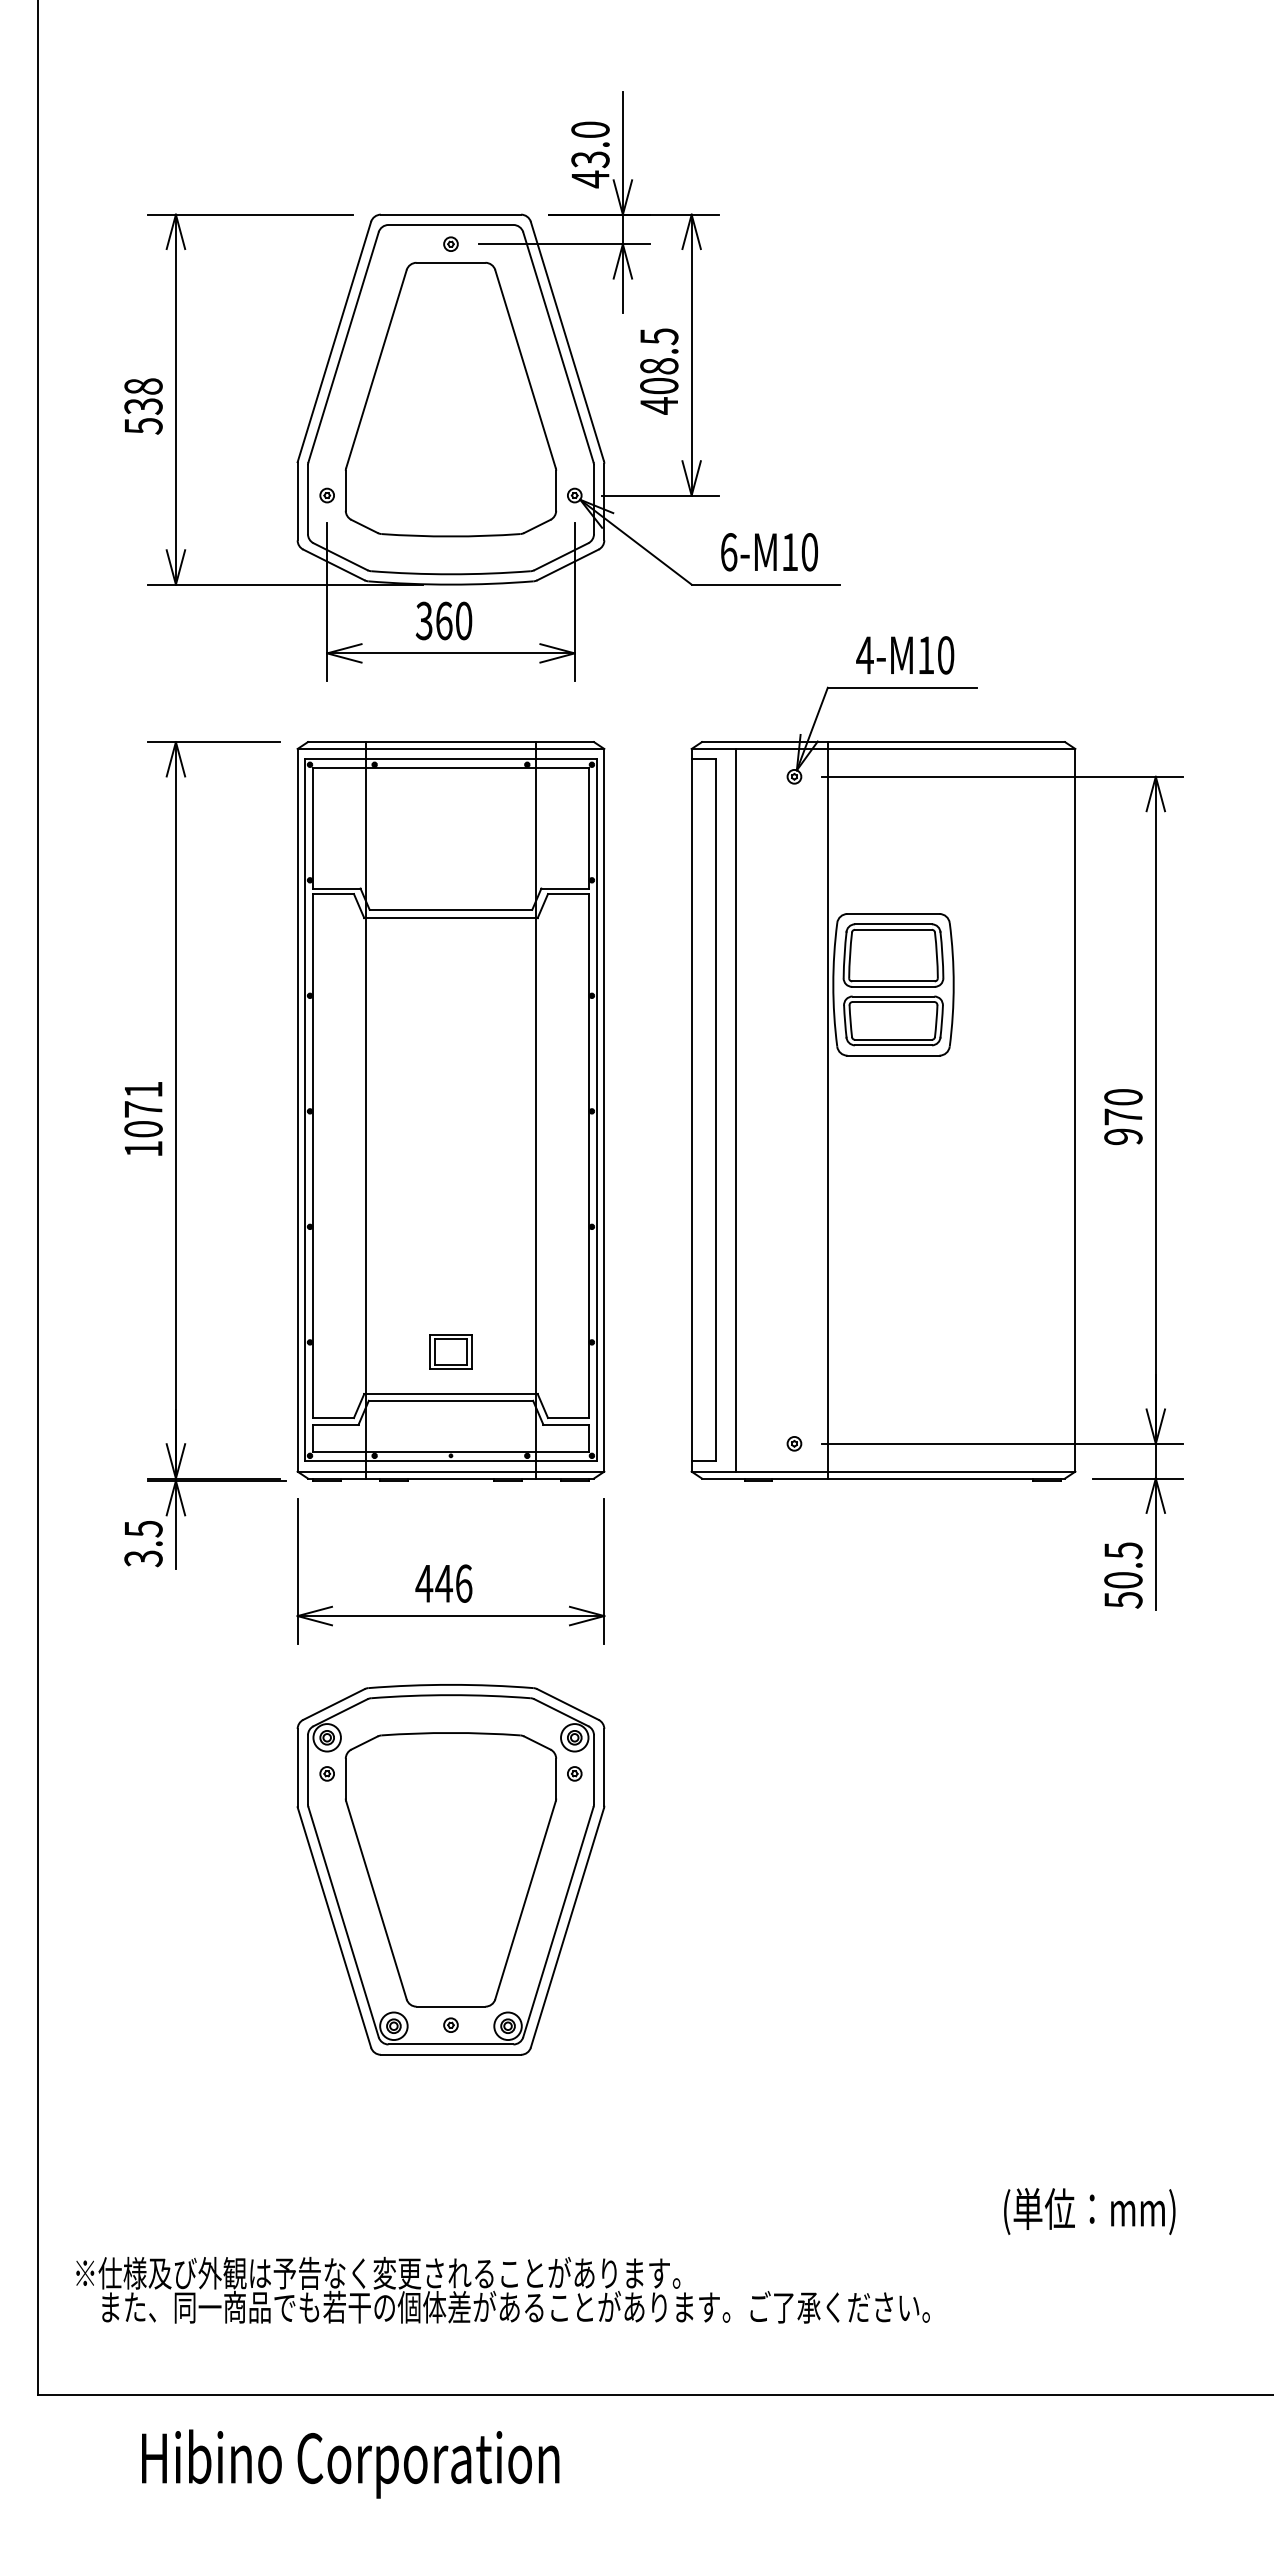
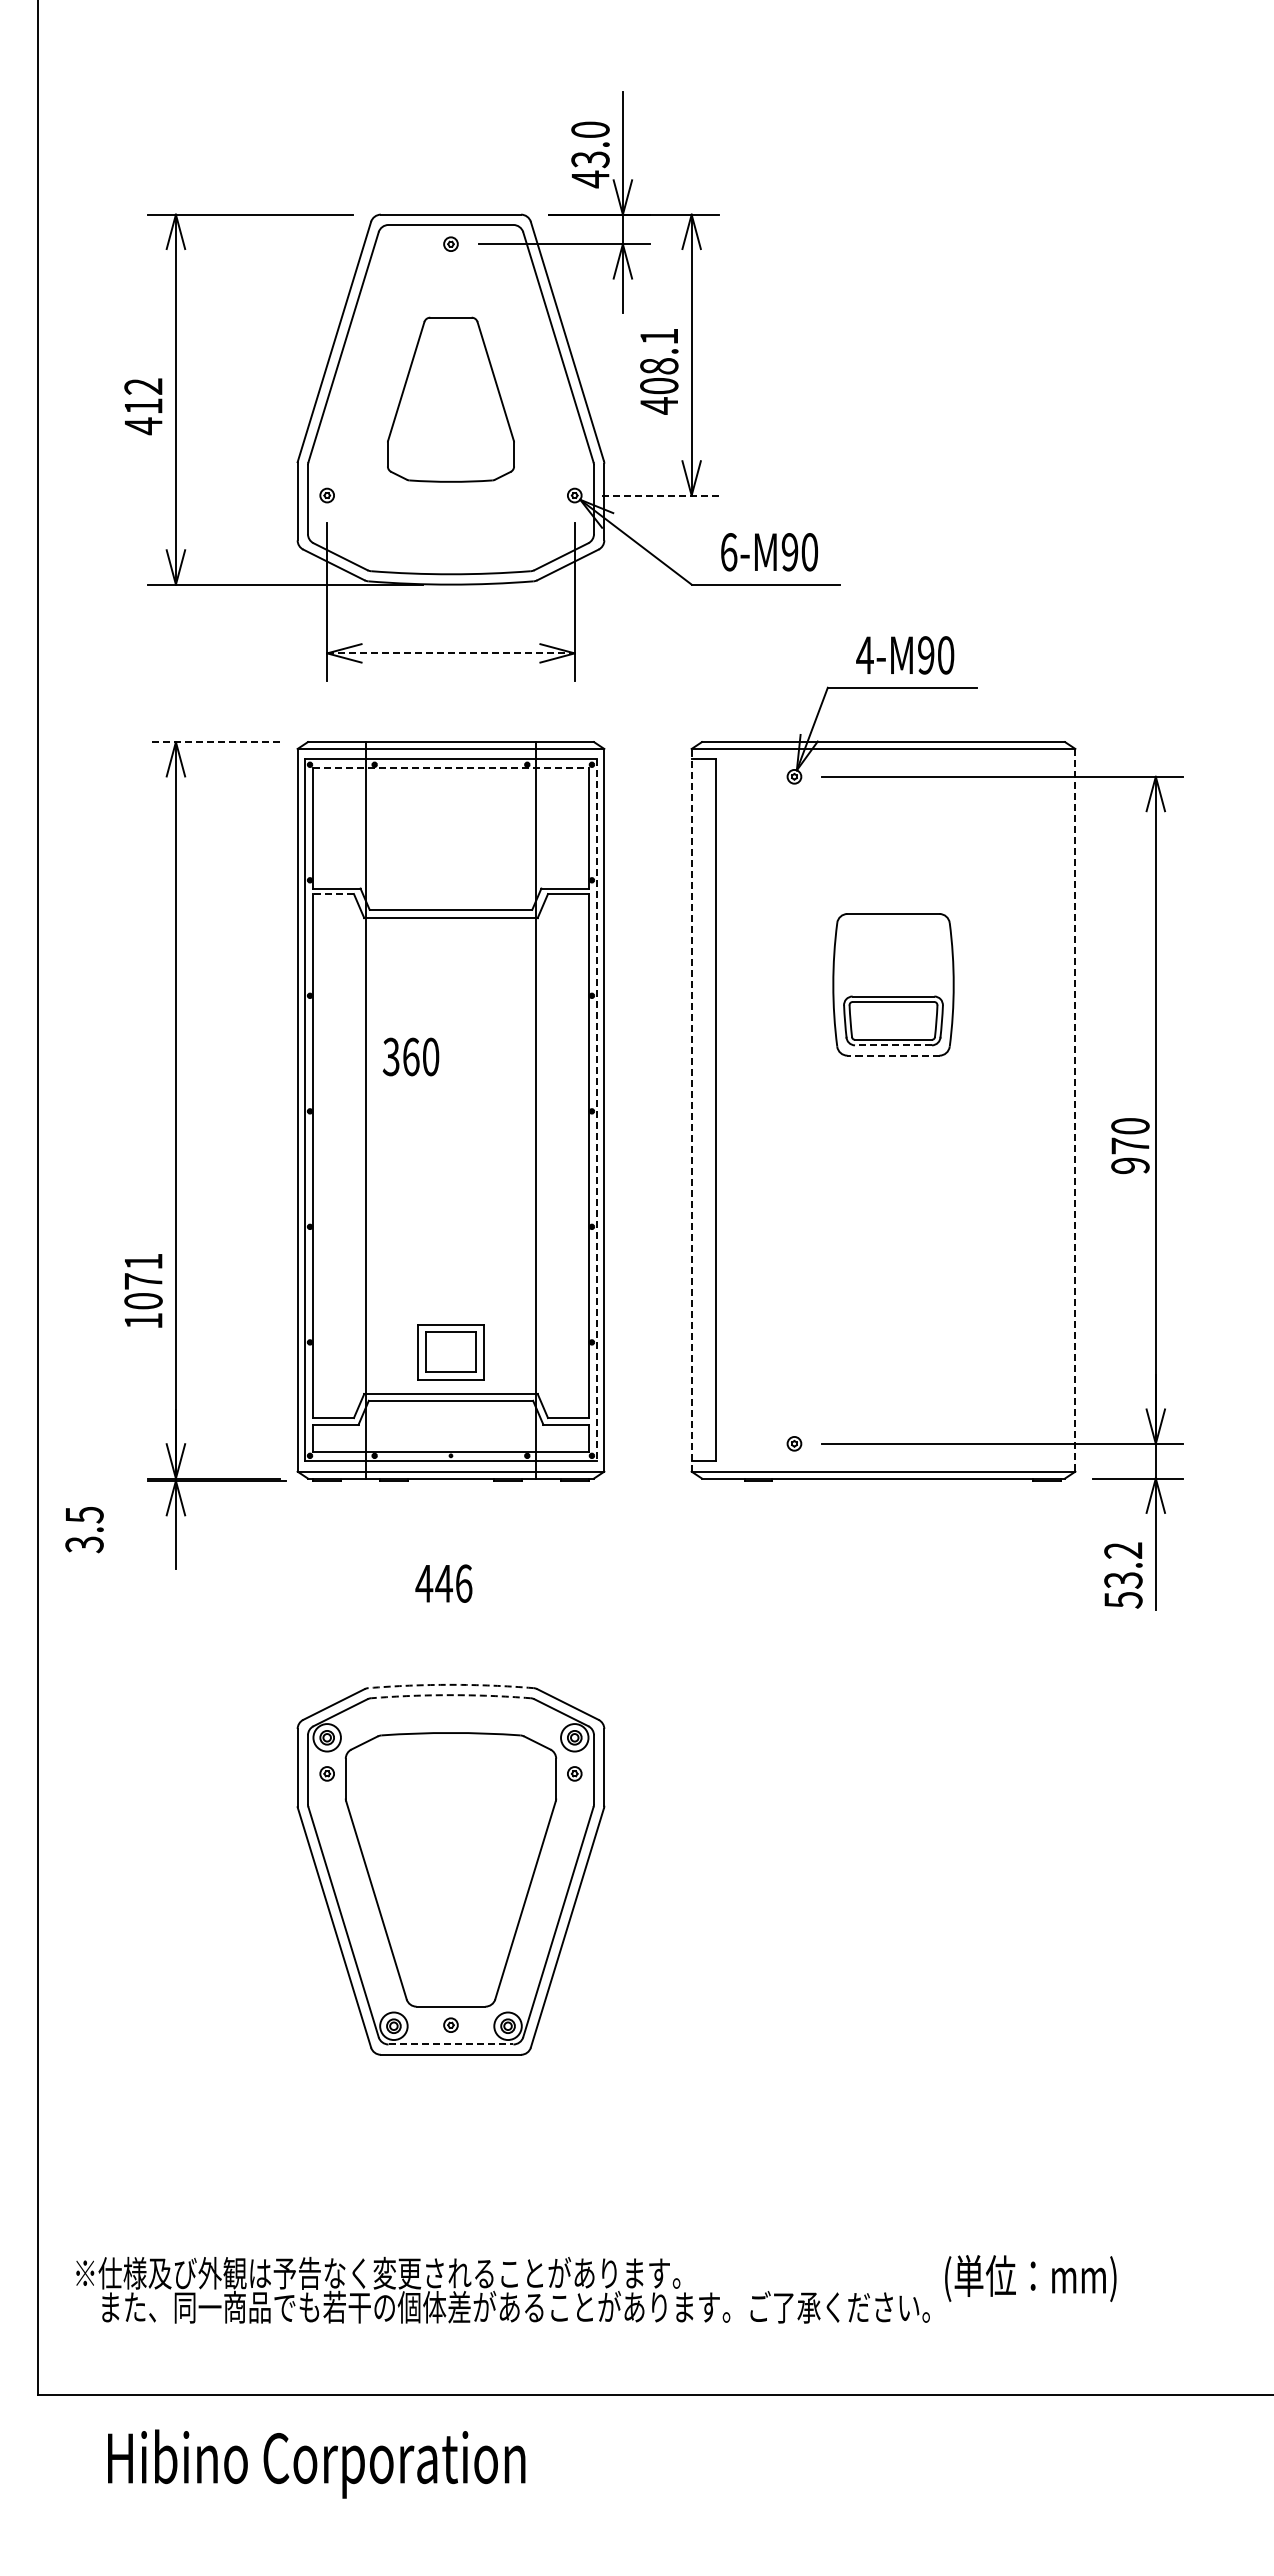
text at (659, 336): 408.5 -> 408.1
part at (450, 399) size: 214x276 px -> 128x167 px
text at (143, 406): 538 -> 412
line at (661, 495): solid -> dashed
text at (789, 552): 6-M10 -> 6-M90
text at (443, 620) position: (443, 620) -> (410, 1056)
line at (450, 653): solid -> dashed
text at (926, 655): 4-M10 -> 4-M90
line at (213, 742): solid -> dashed
line at (450, 768): solid -> dashed
line at (333, 894): solid -> dashed
part at (893, 955): present -> none
line at (892, 1045): solid -> dashed
line at (892, 1055): solid -> dashed
line at (691, 1109): solid -> dashed
line at (736, 1109): present -> none
line at (597, 1110): solid -> dashed
line at (827, 1110): present -> none
line at (1075, 1110): solid -> dashed
text at (1123, 1117) position: (1123, 1117) -> (1130, 1146)
text at (143, 1118) position: (143, 1118) -> (143, 1290)
part at (450, 1351) size: 44x36 px -> 68x57 px
text at (143, 1544) position: (143, 1544) -> (84, 1530)
text at (1123, 1565): 50.5 -> 53.2
part at (450, 1615): present -> none
arc at (450, 1684): solid -> dashed
arc at (450, 1695): solid -> dashed
line at (451, 2044): solid -> dashed
text at (1089, 2211) position: (1089, 2211) -> (1030, 2278)
text at (350, 2463) position: (350, 2463) -> (316, 2463)
